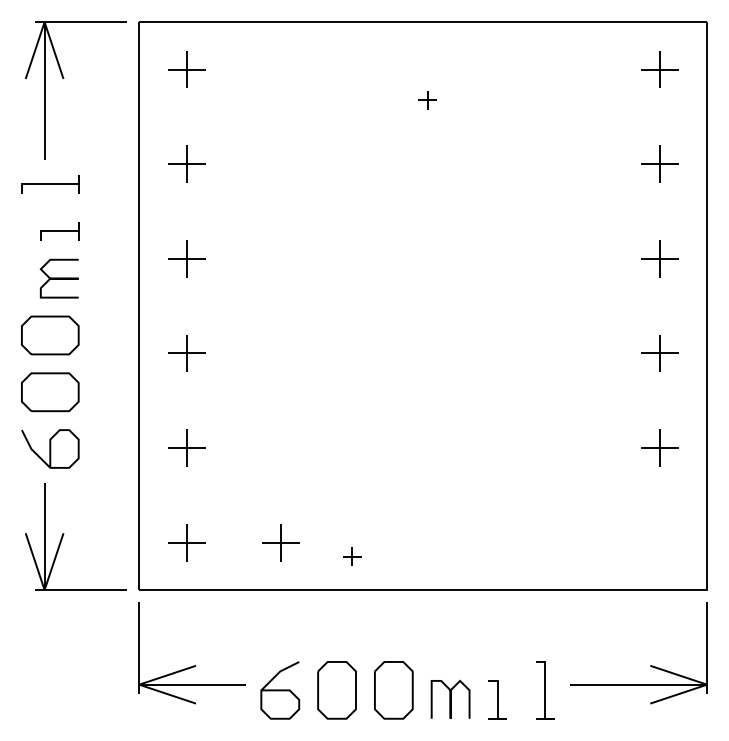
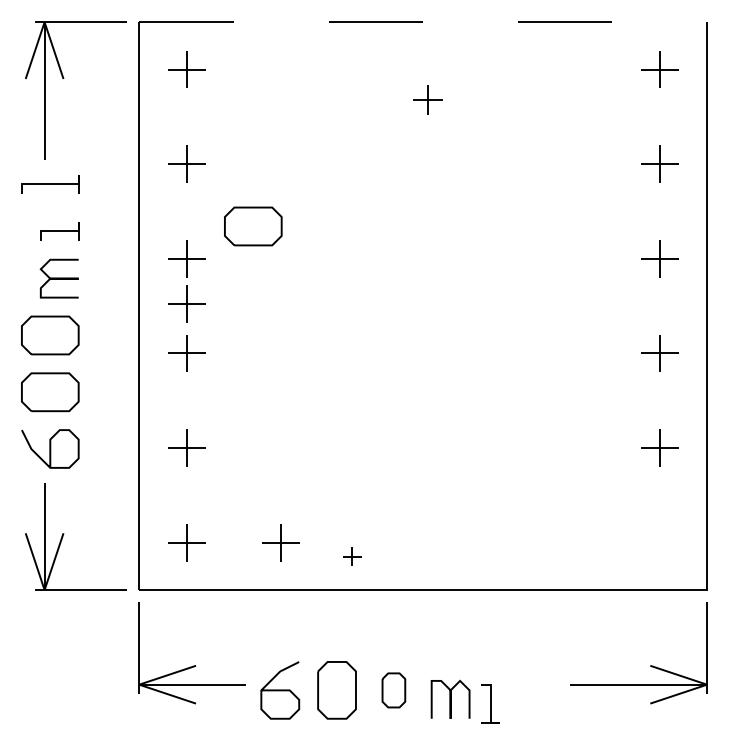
line at (423, 22): solid -> dashed
part at (427, 100) size: 19x19 px -> 30x30 px
part at (253, 226): none -> present
part at (186, 303): none -> present
part at (393, 690) size: 40x59 px -> 26x37 px
line at (545, 690): present -> none
line at (497, 699) position: (497, 699) -> (490, 703)
